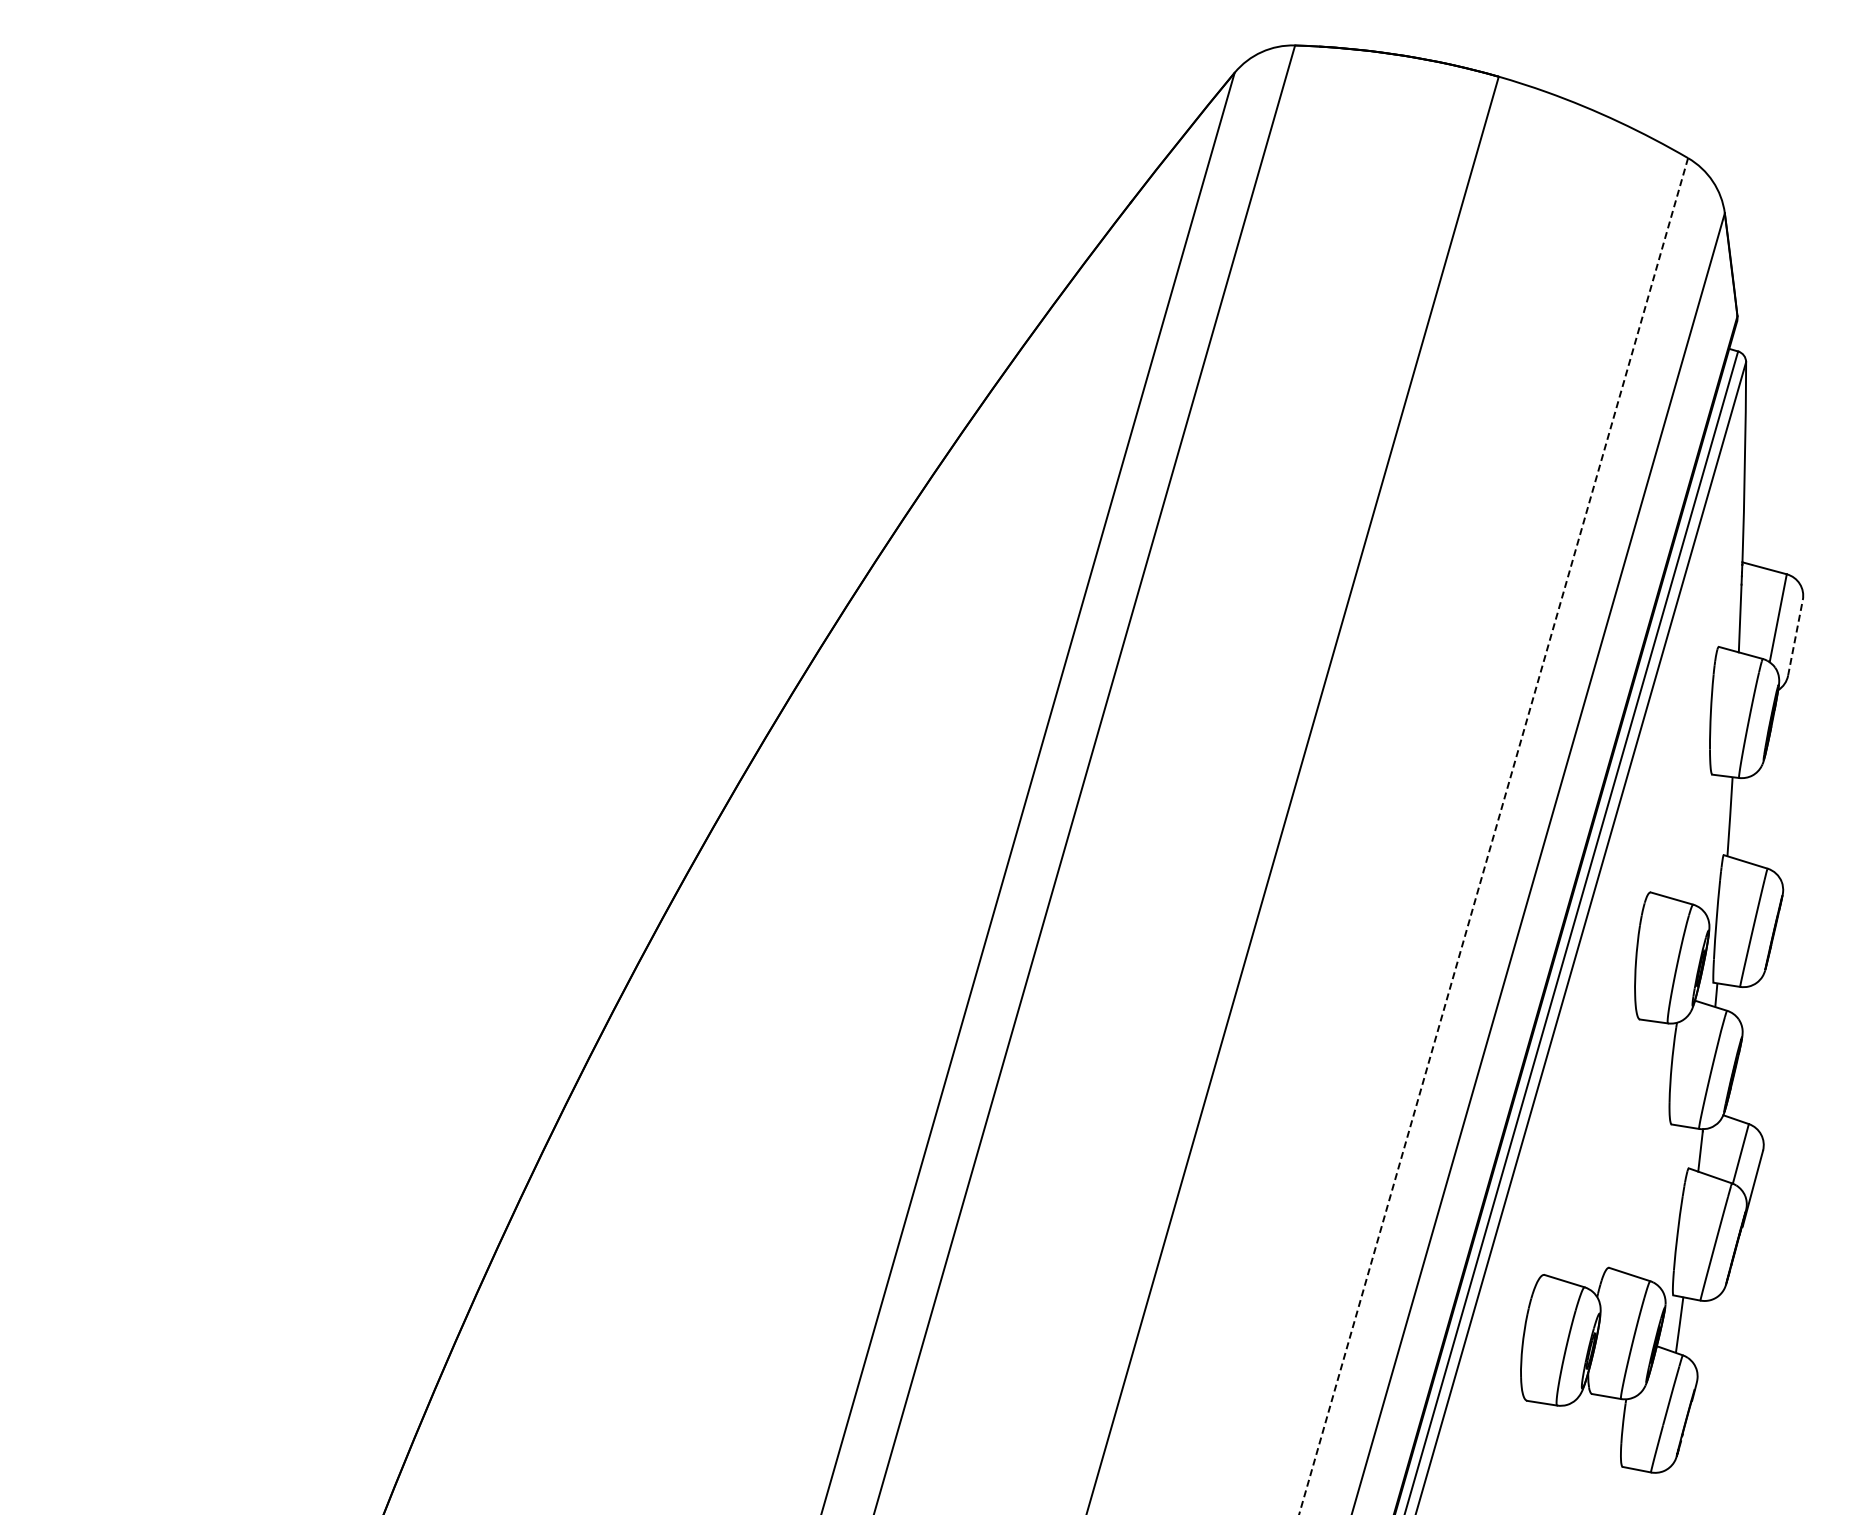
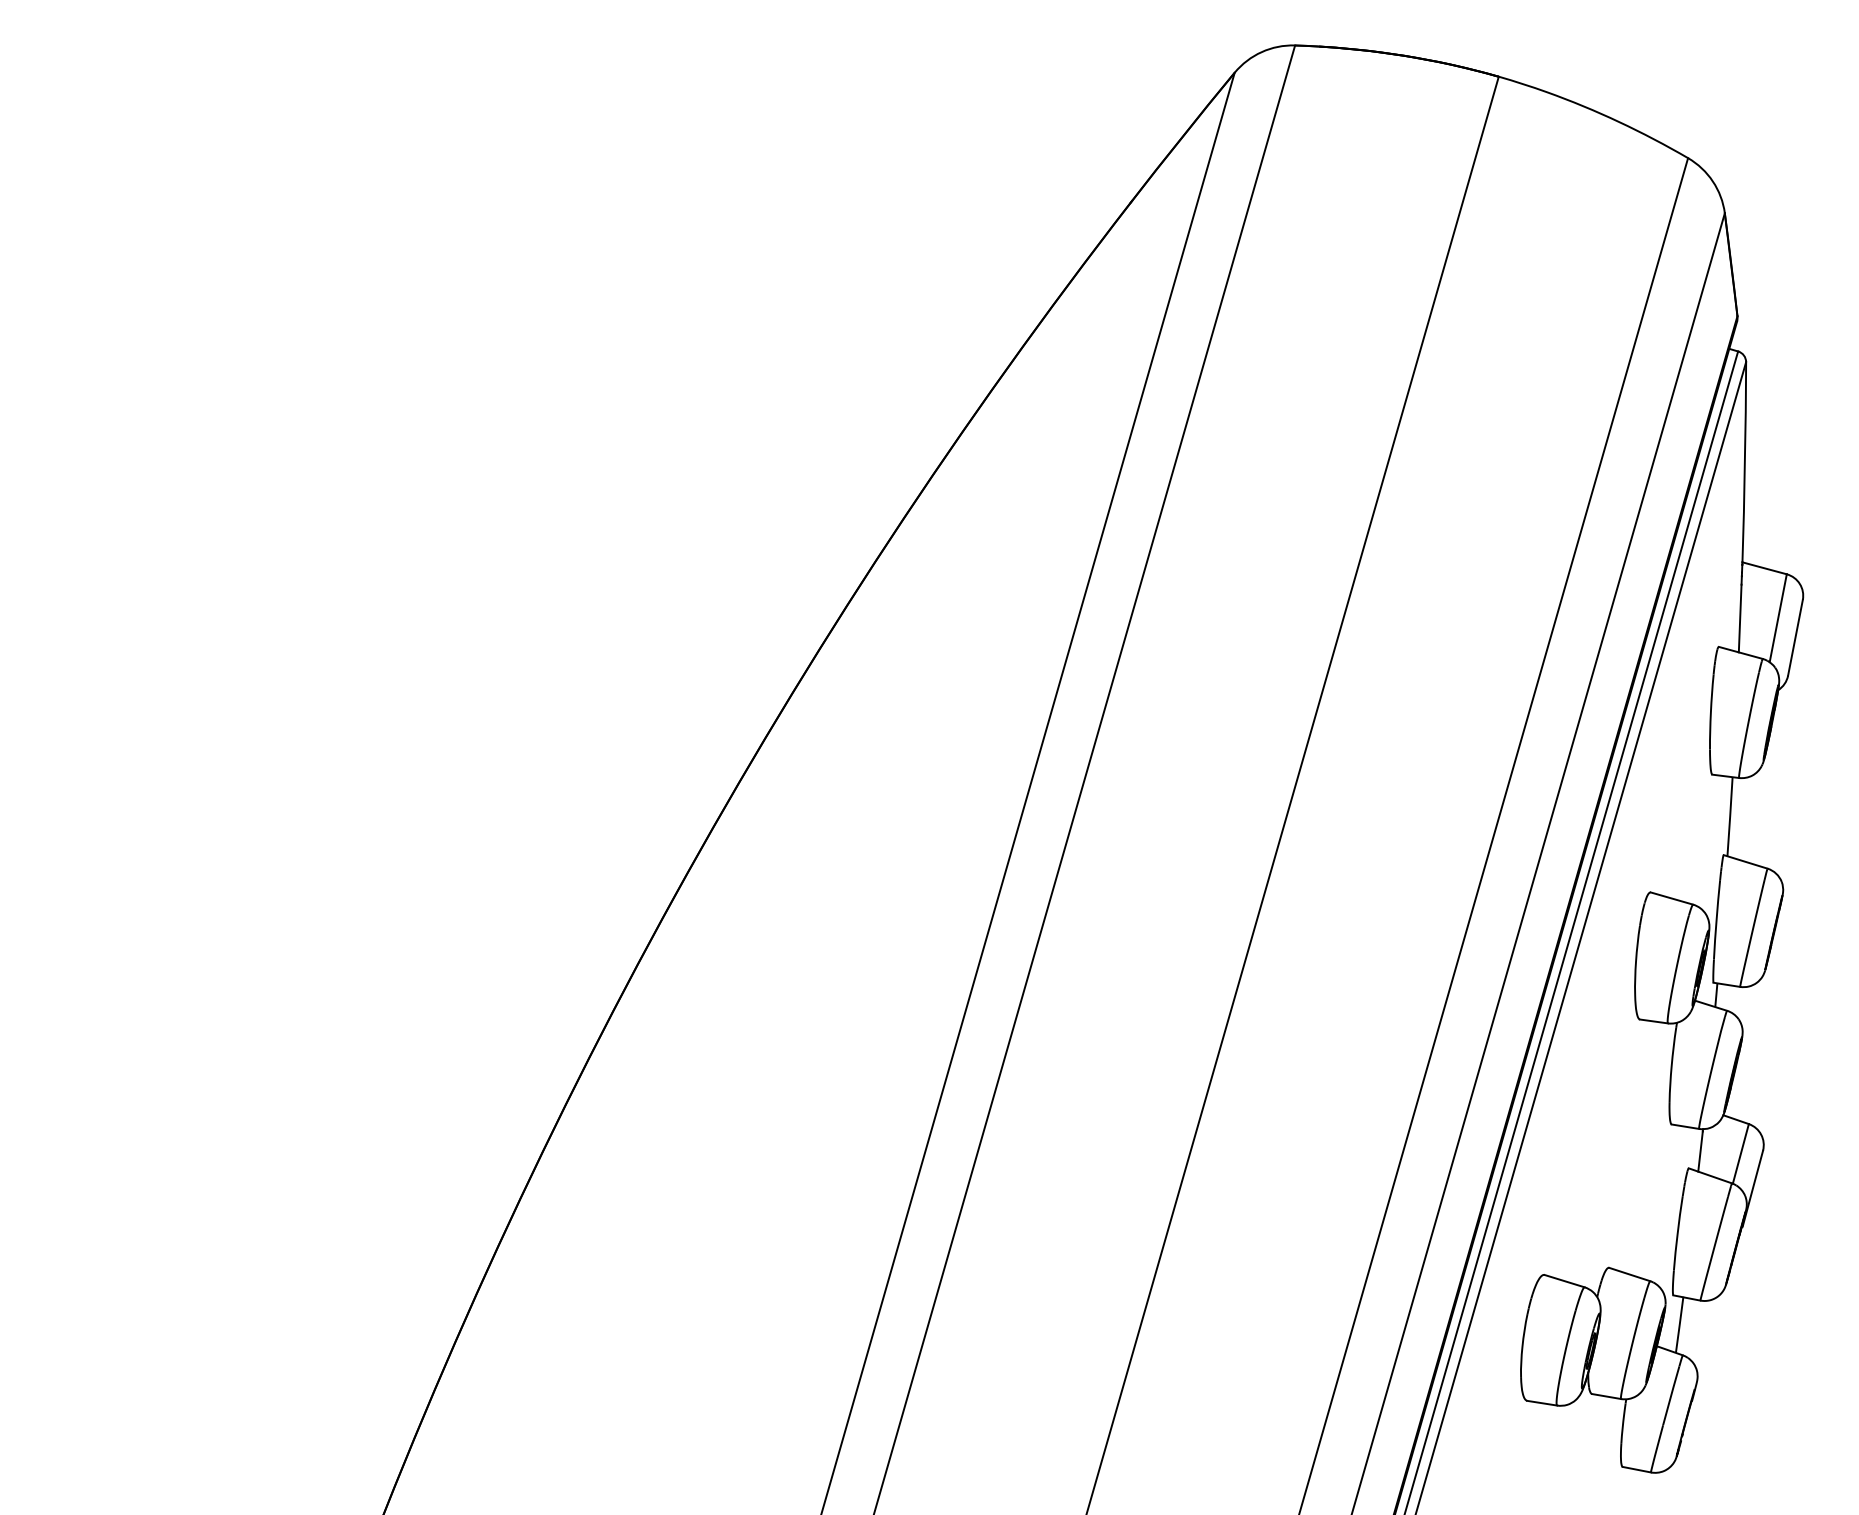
line at (1795, 637): dashed -> solid
line at (1493, 836): dashed -> solid
